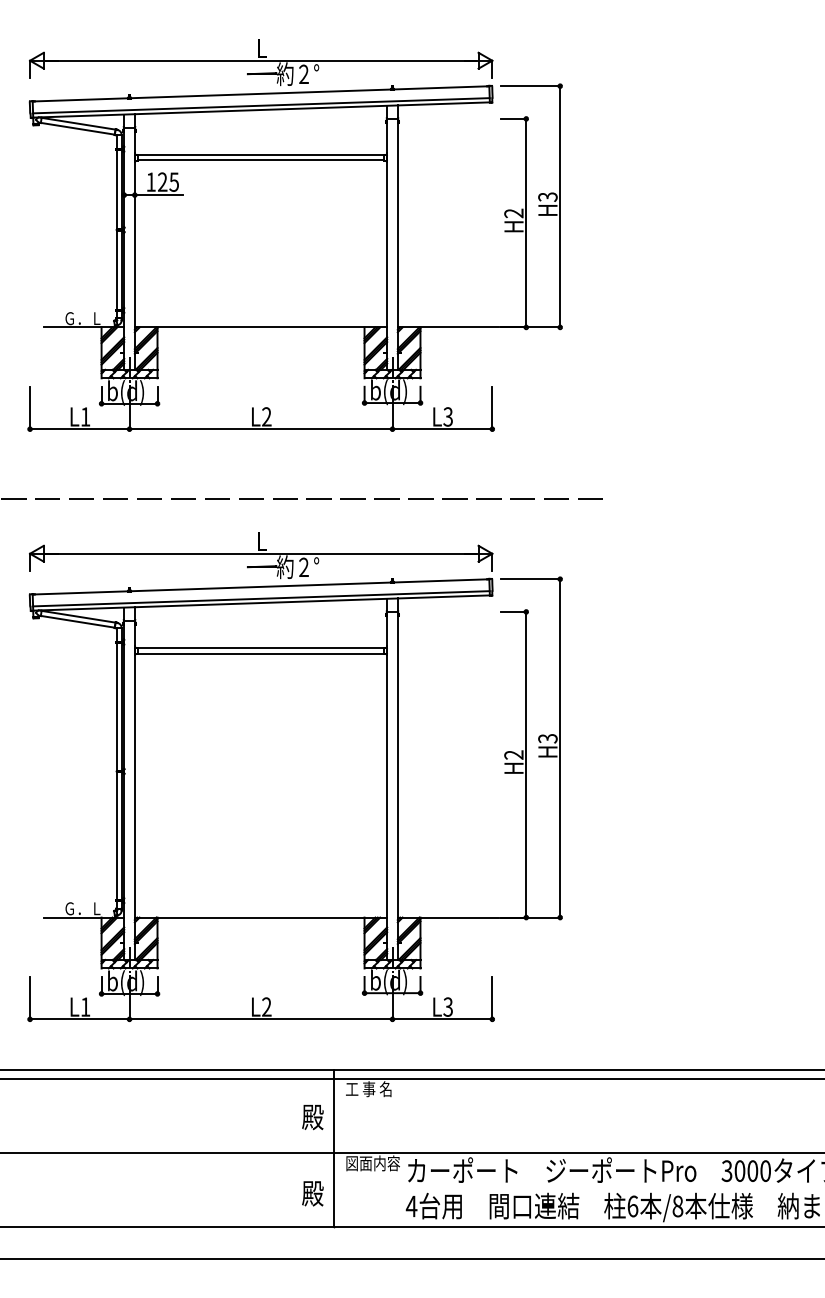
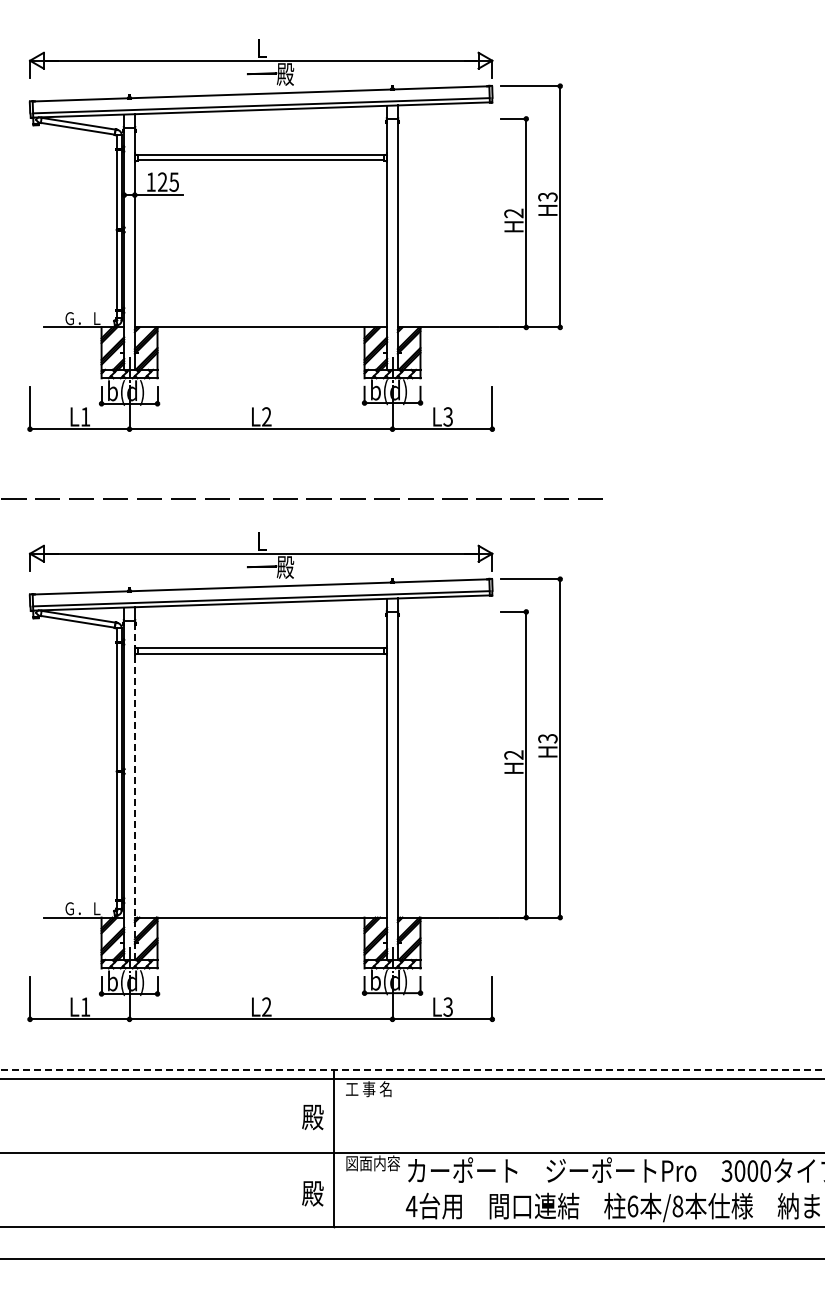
text at (297, 74): 約２° -> 殿
text at (297, 567): 約２° -> 殿
line at (134, 790): solid -> dashed
line at (412, 1070): solid -> dashed
